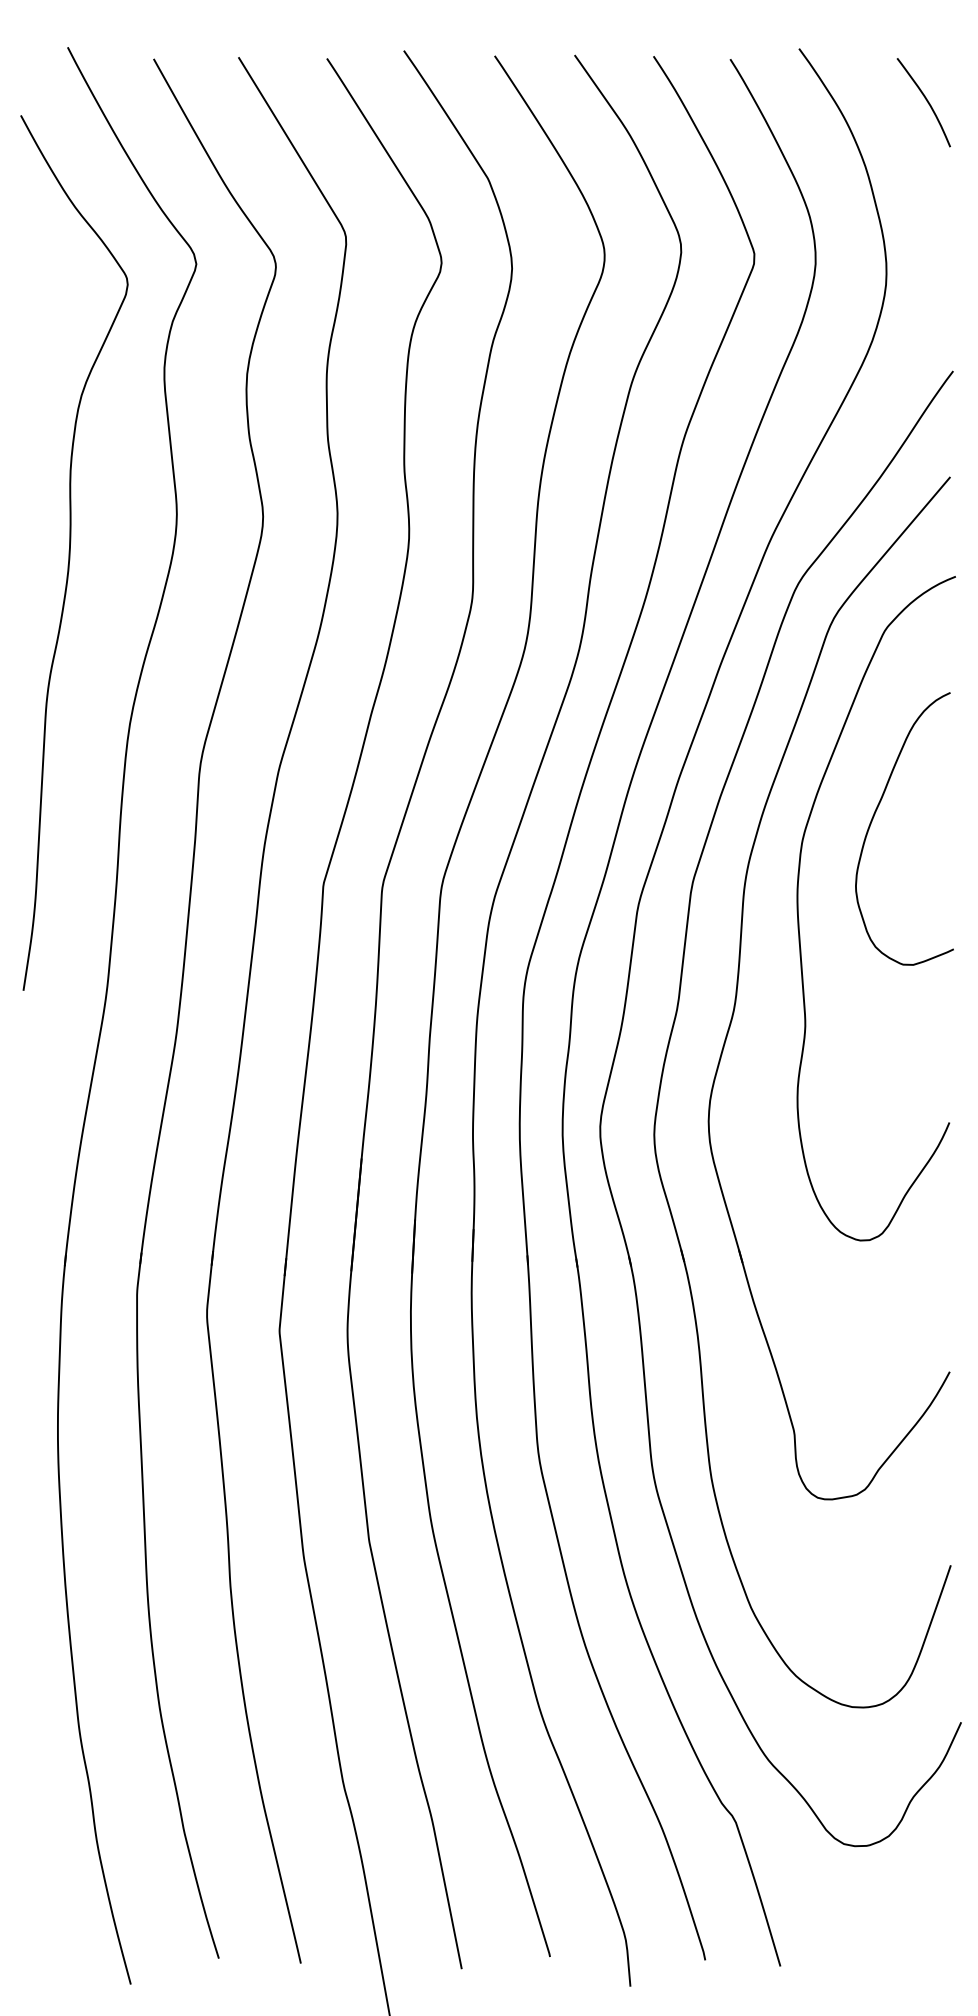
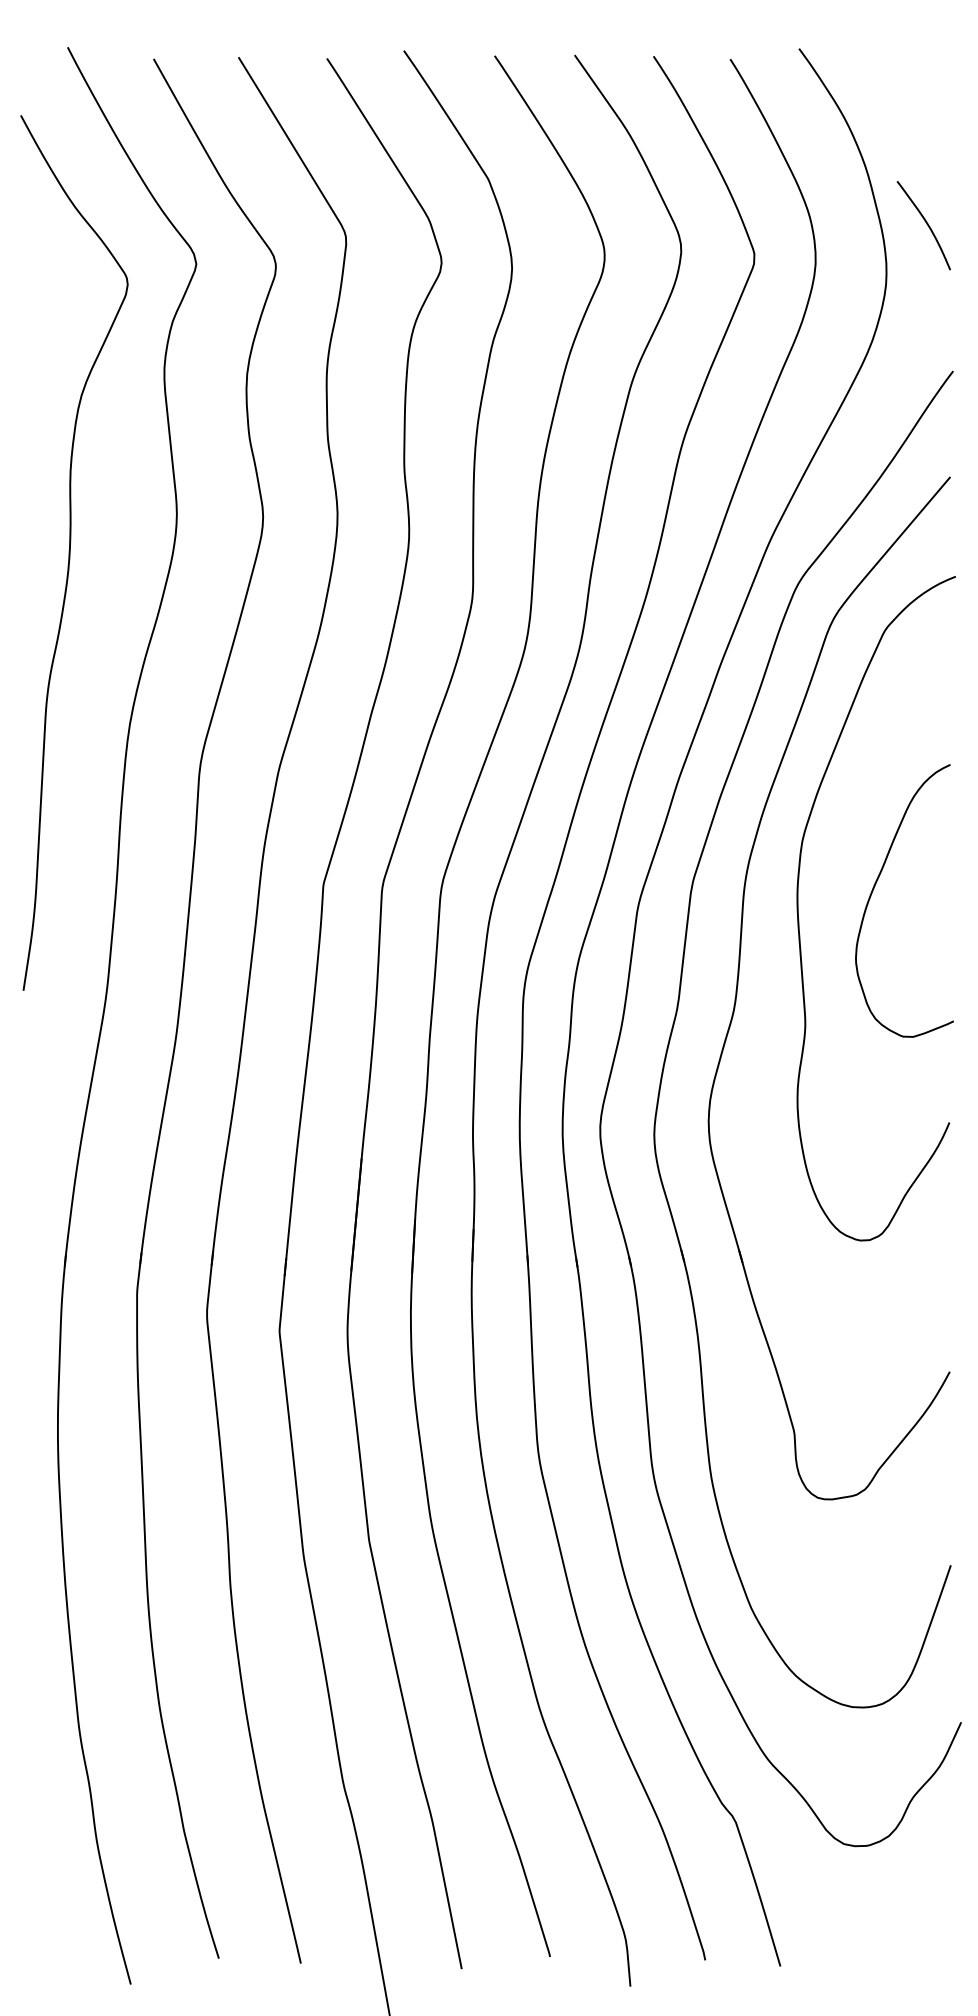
curve at (926, 101) position: (926, 101) -> (926, 224)
curve at (875, 814) position: (875, 814) -> (875, 886)
